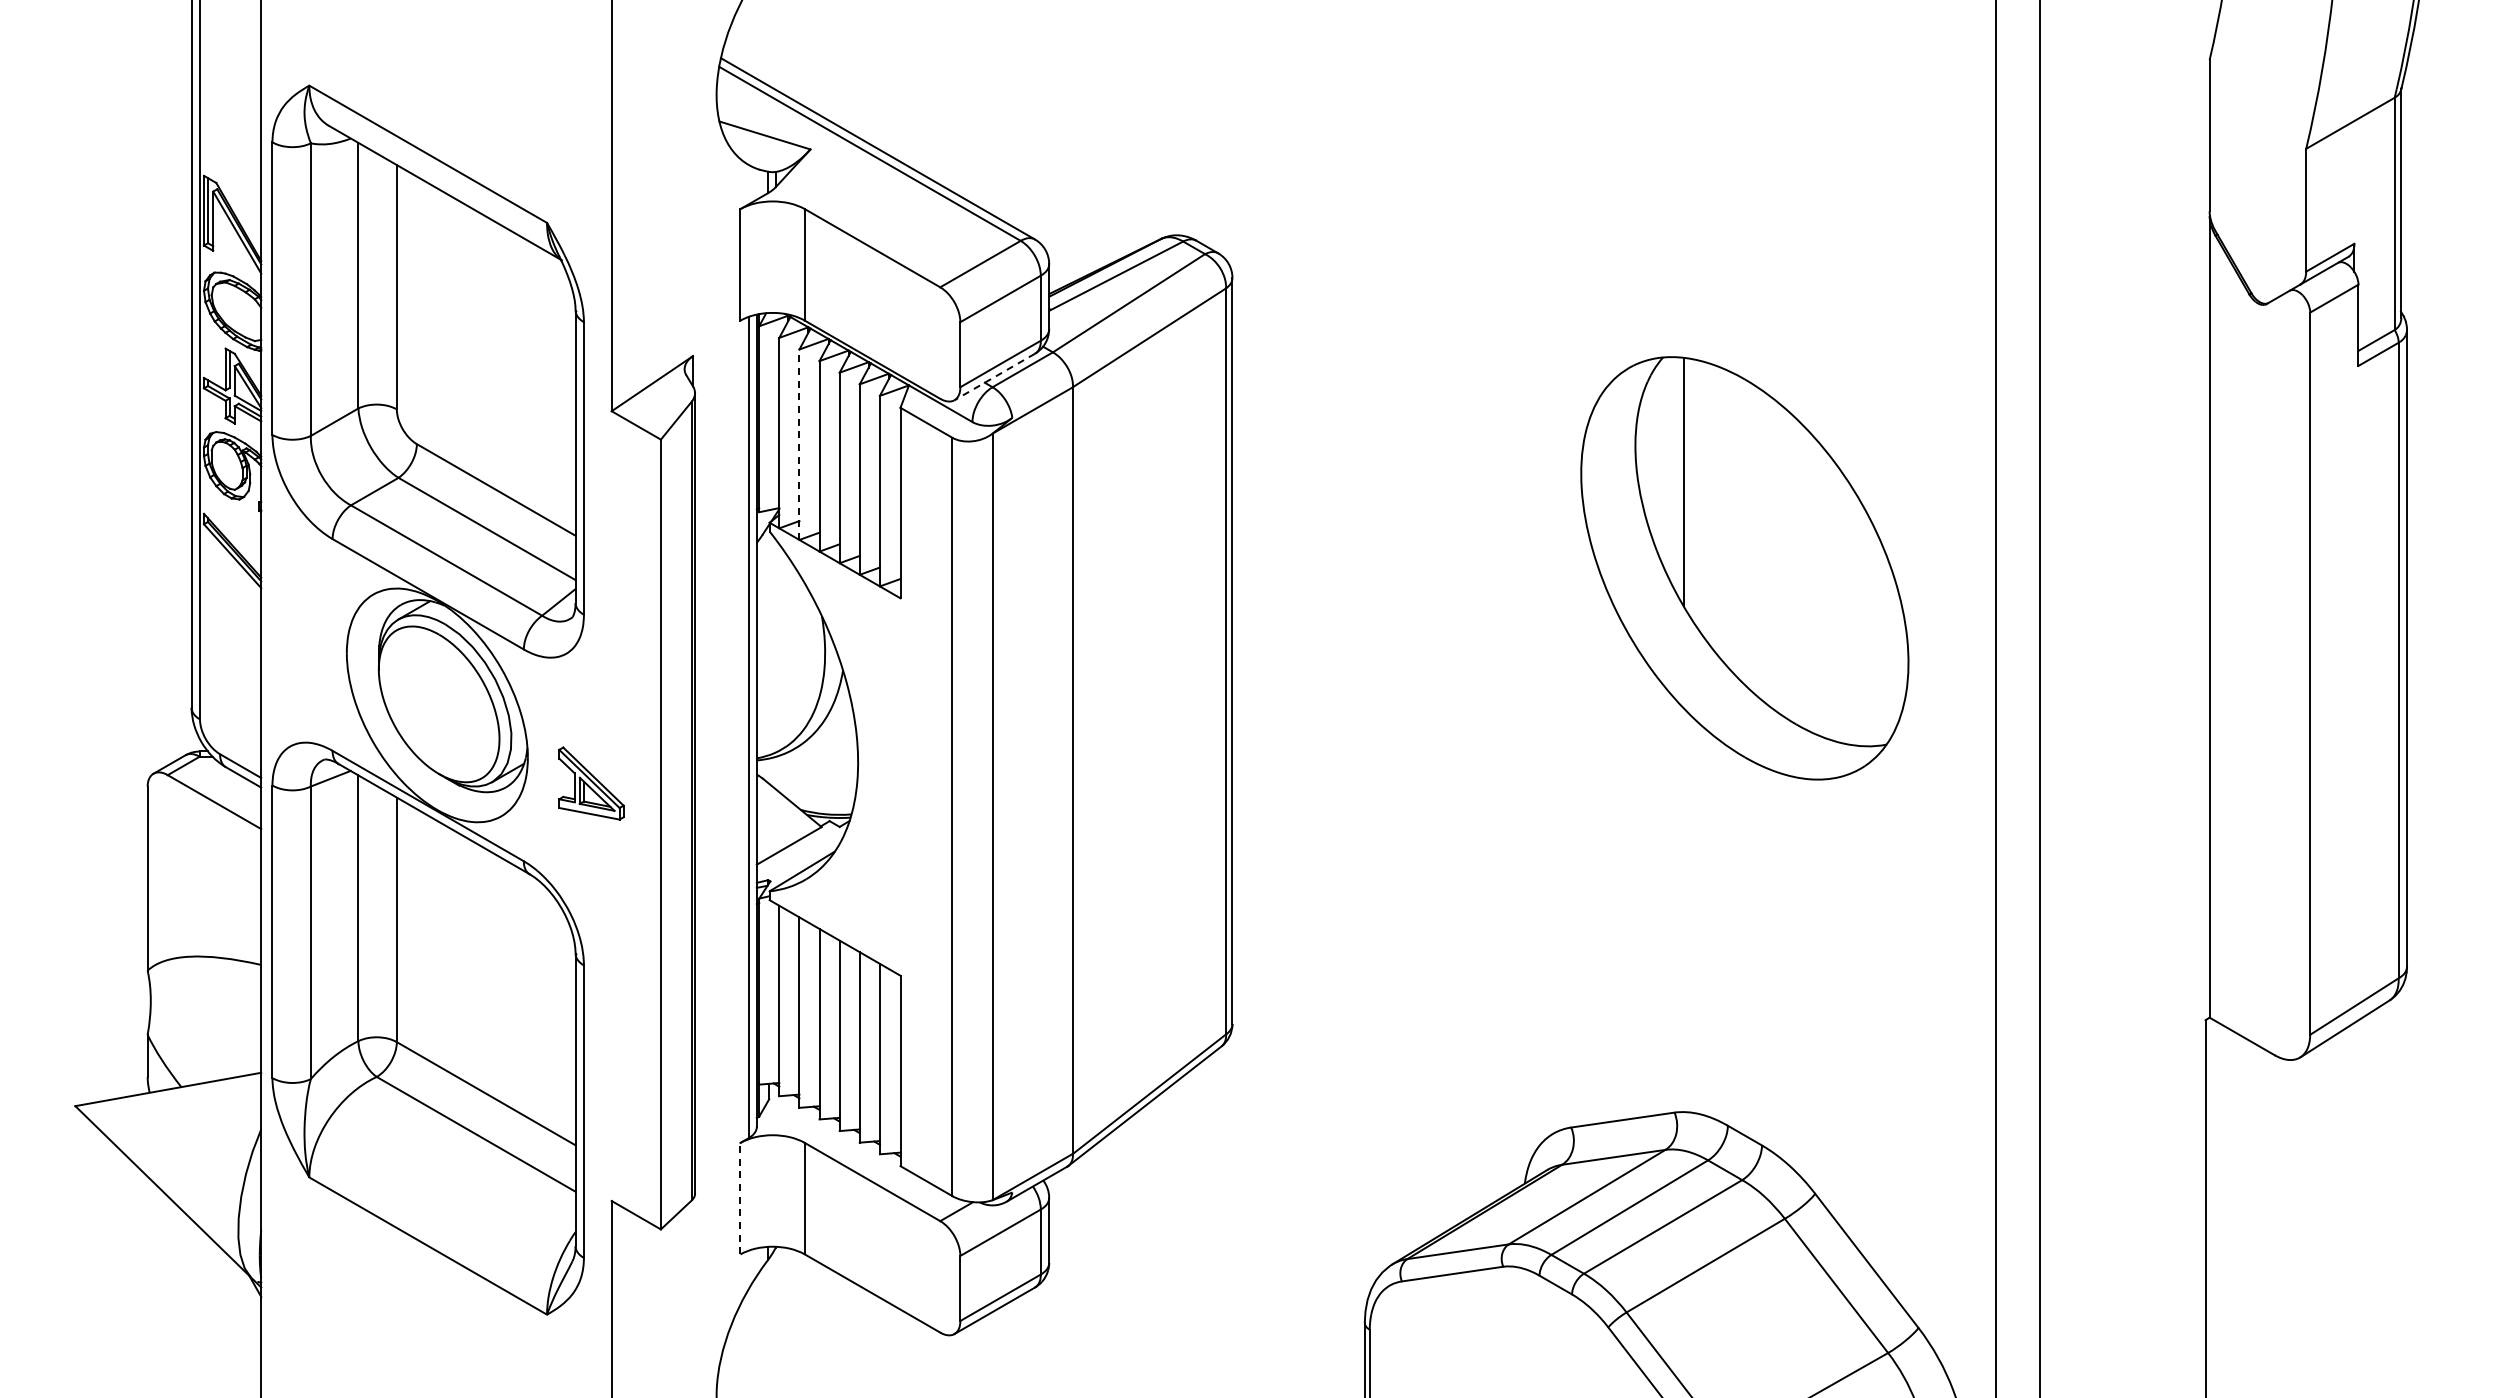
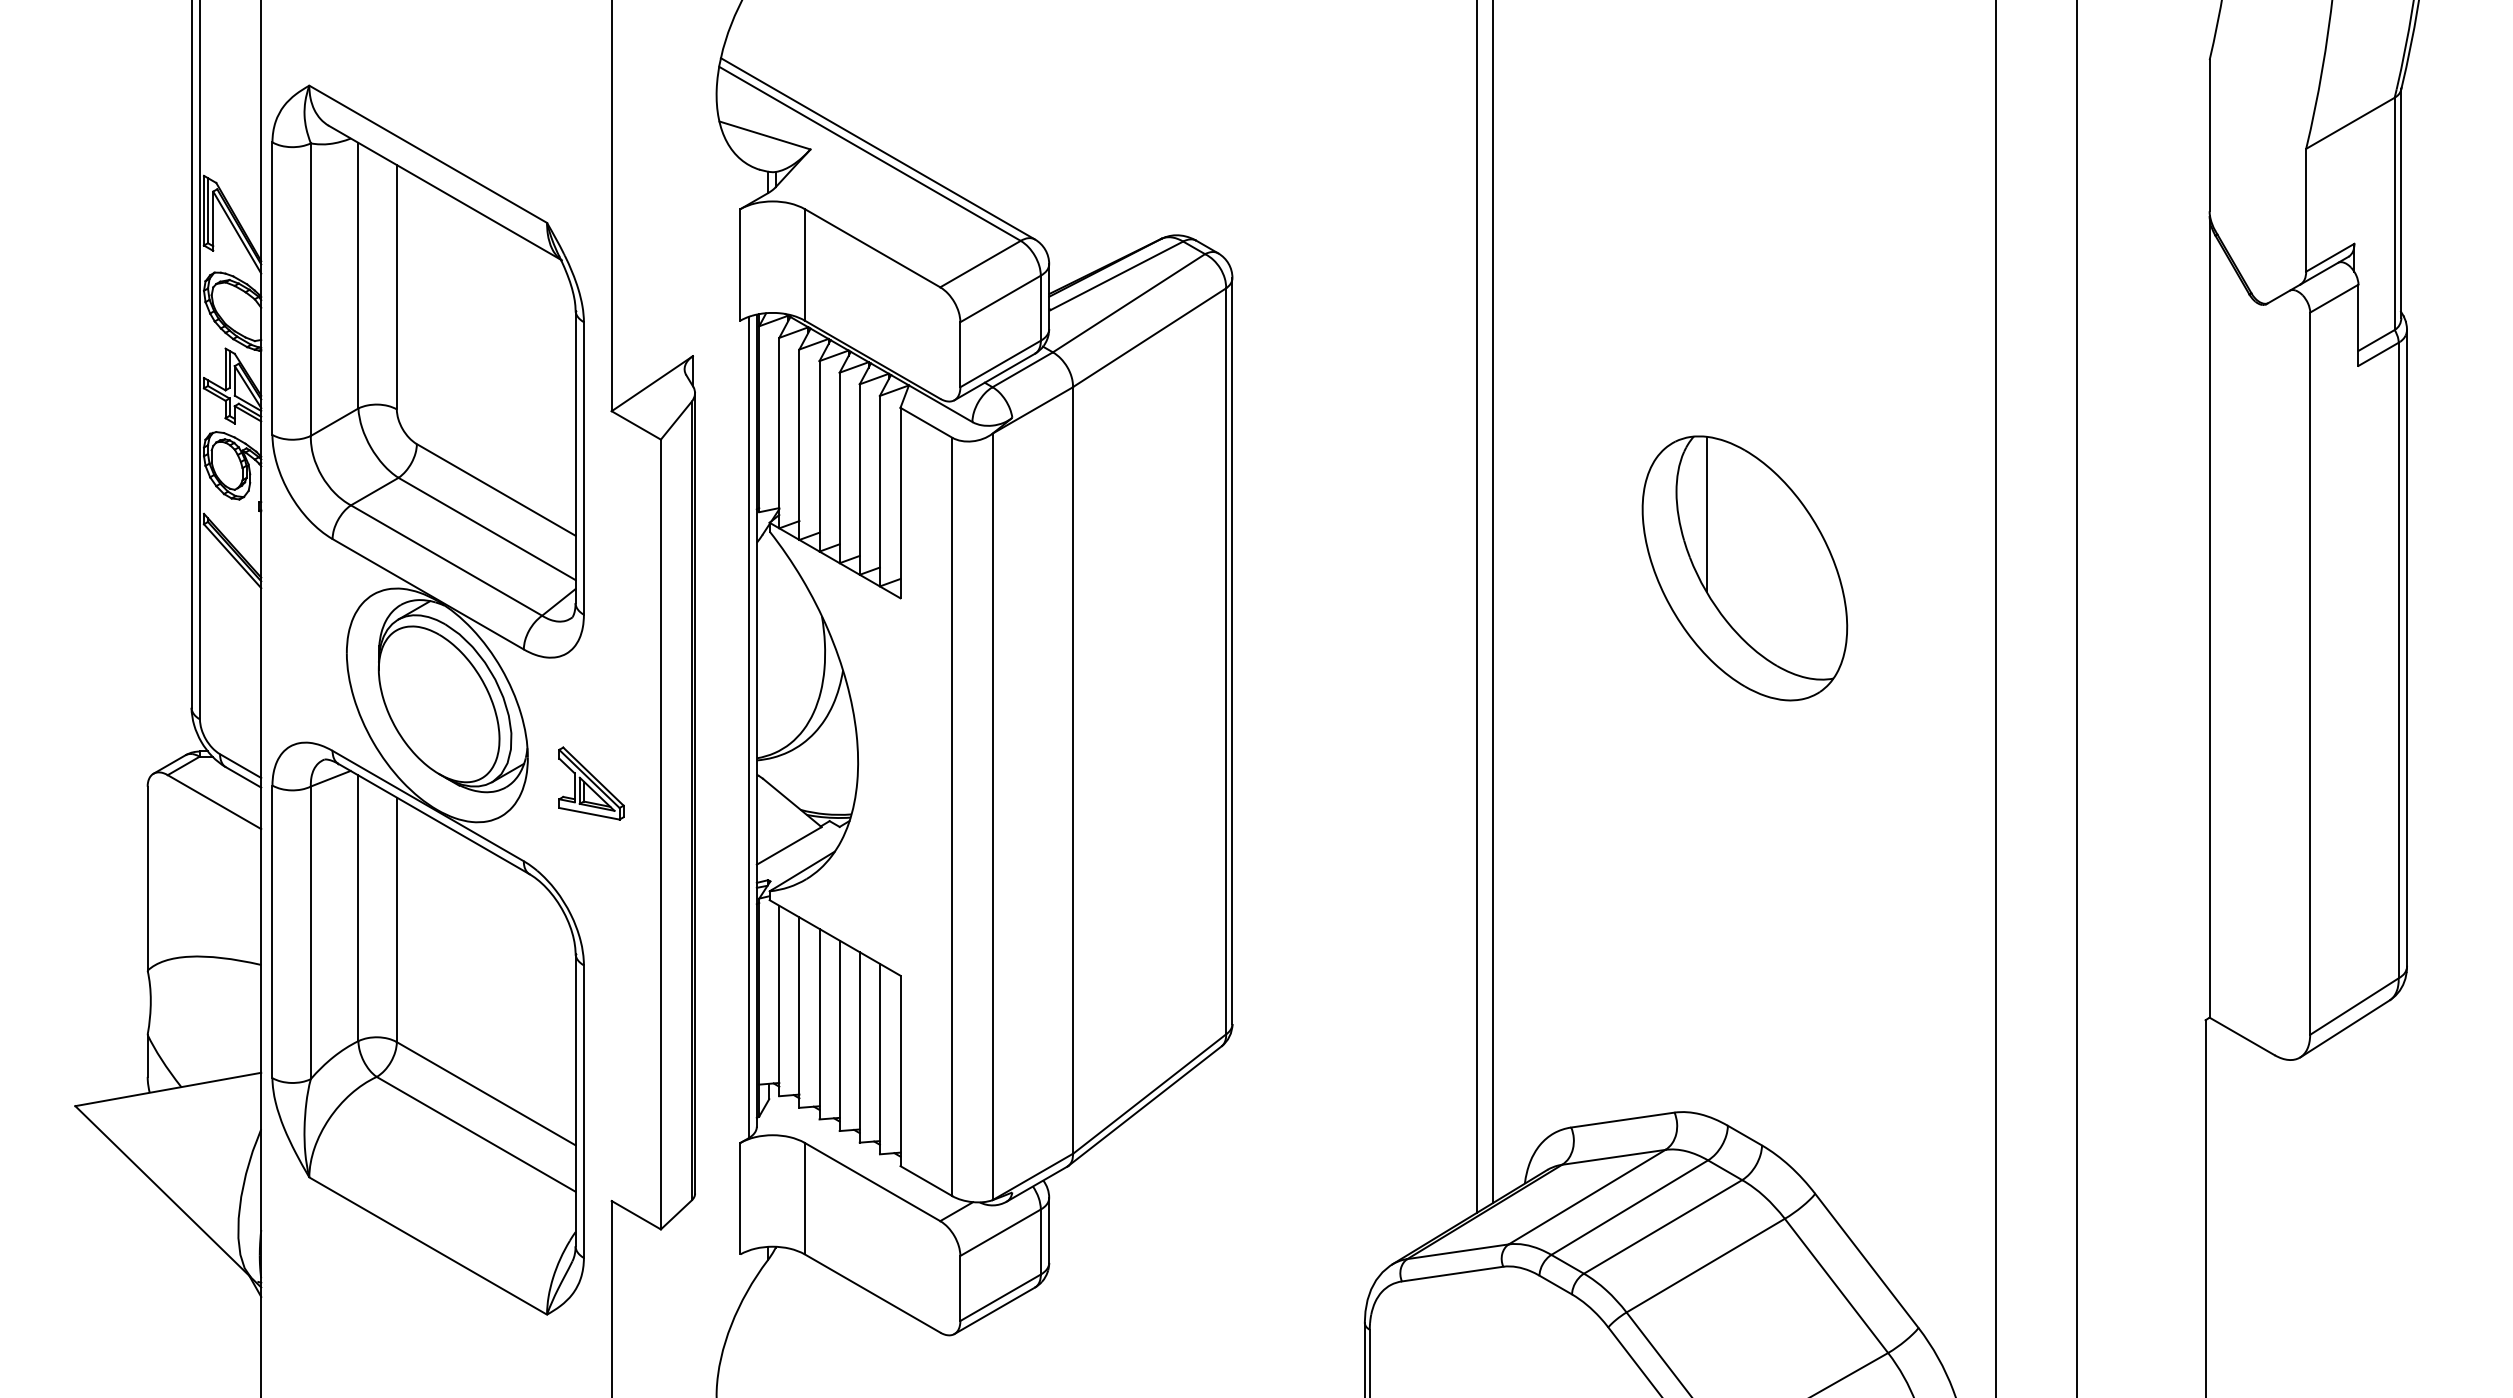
line at (994, 377): dashed -> solid
line at (799, 444): dashed -> solid
part at (1744, 568) size: 330x425 px -> 208x267 px
line at (1493, 602): none -> present
line at (1476, 607): none -> present
line at (2039, 698) position: (2039, 698) -> (2076, 698)
line at (740, 1198): dashed -> solid
